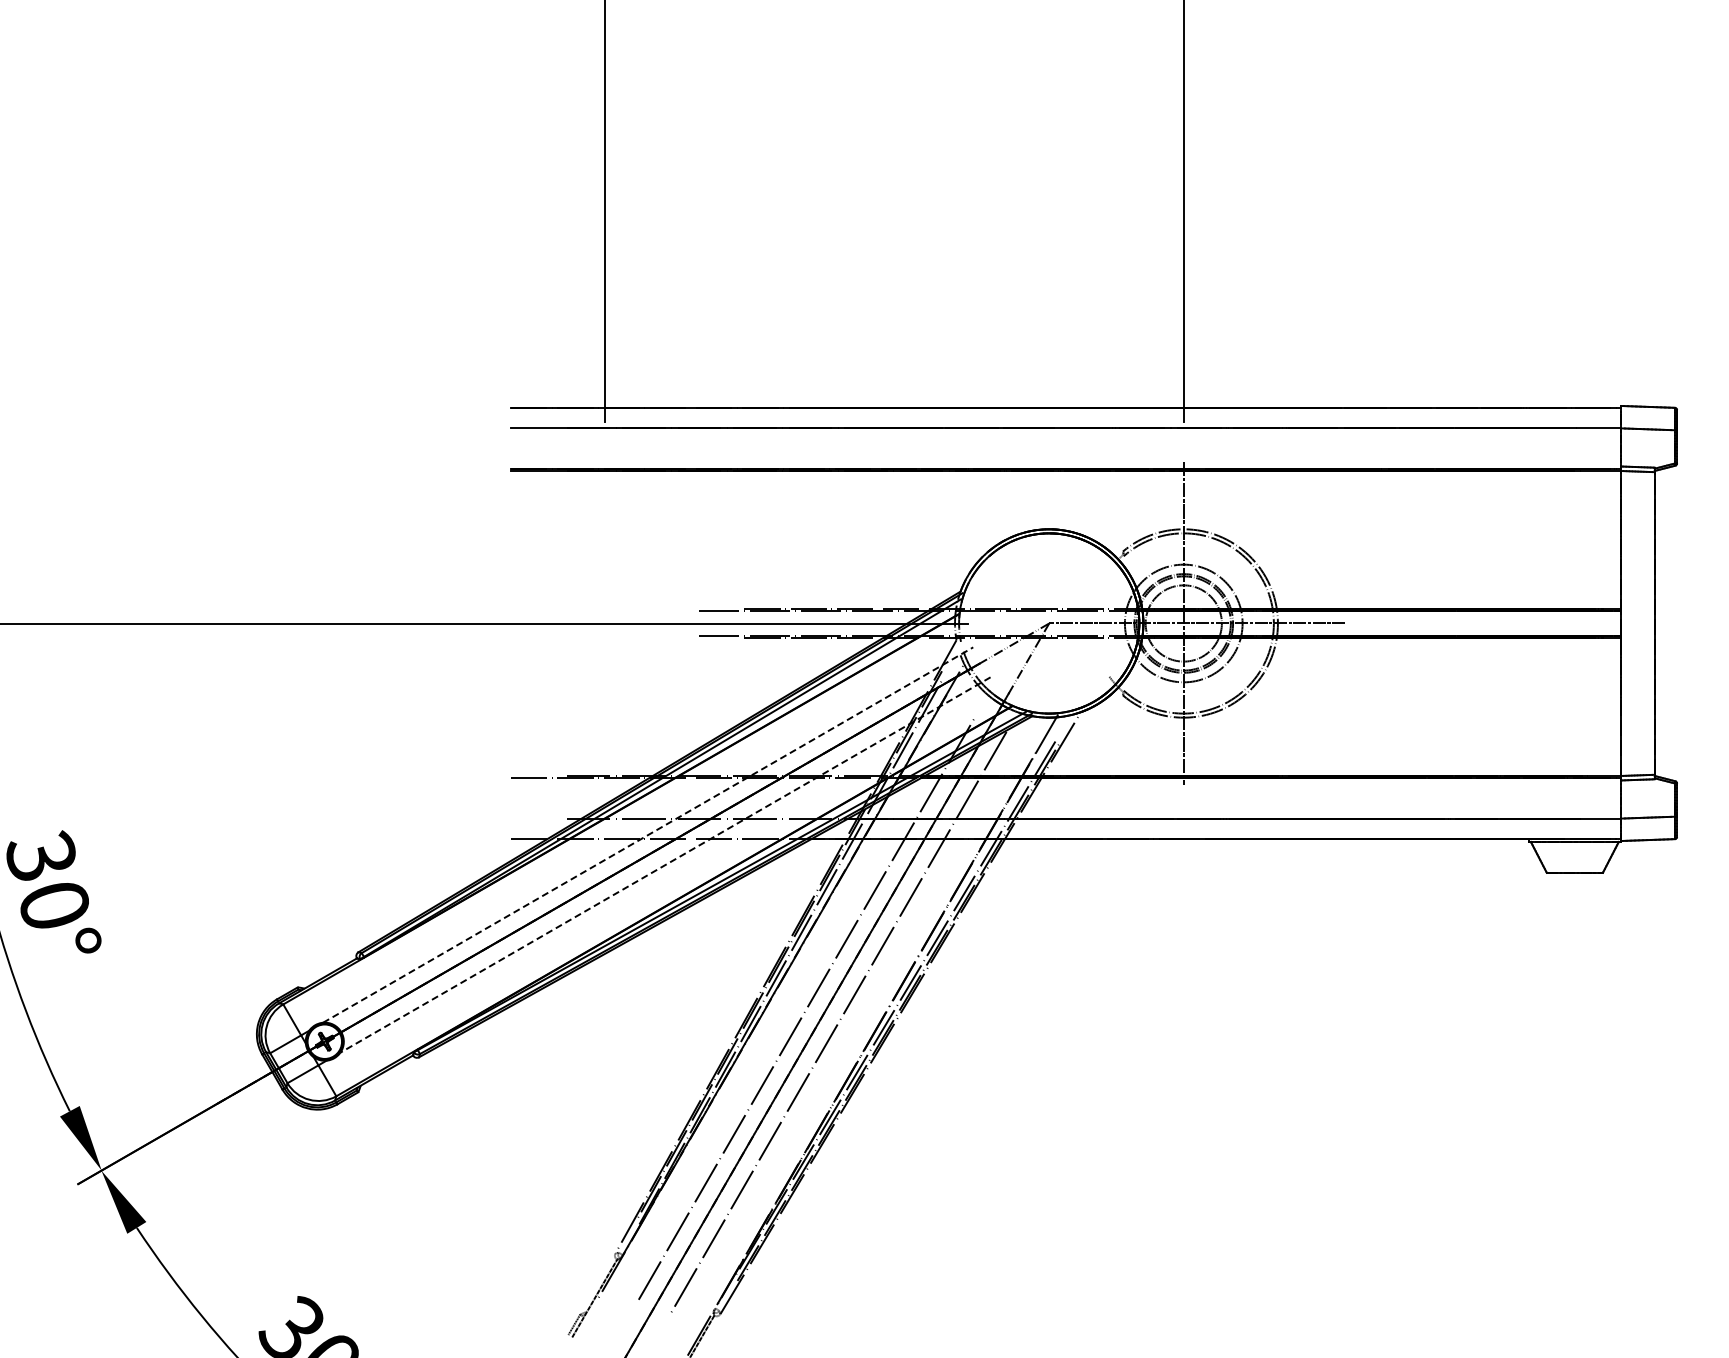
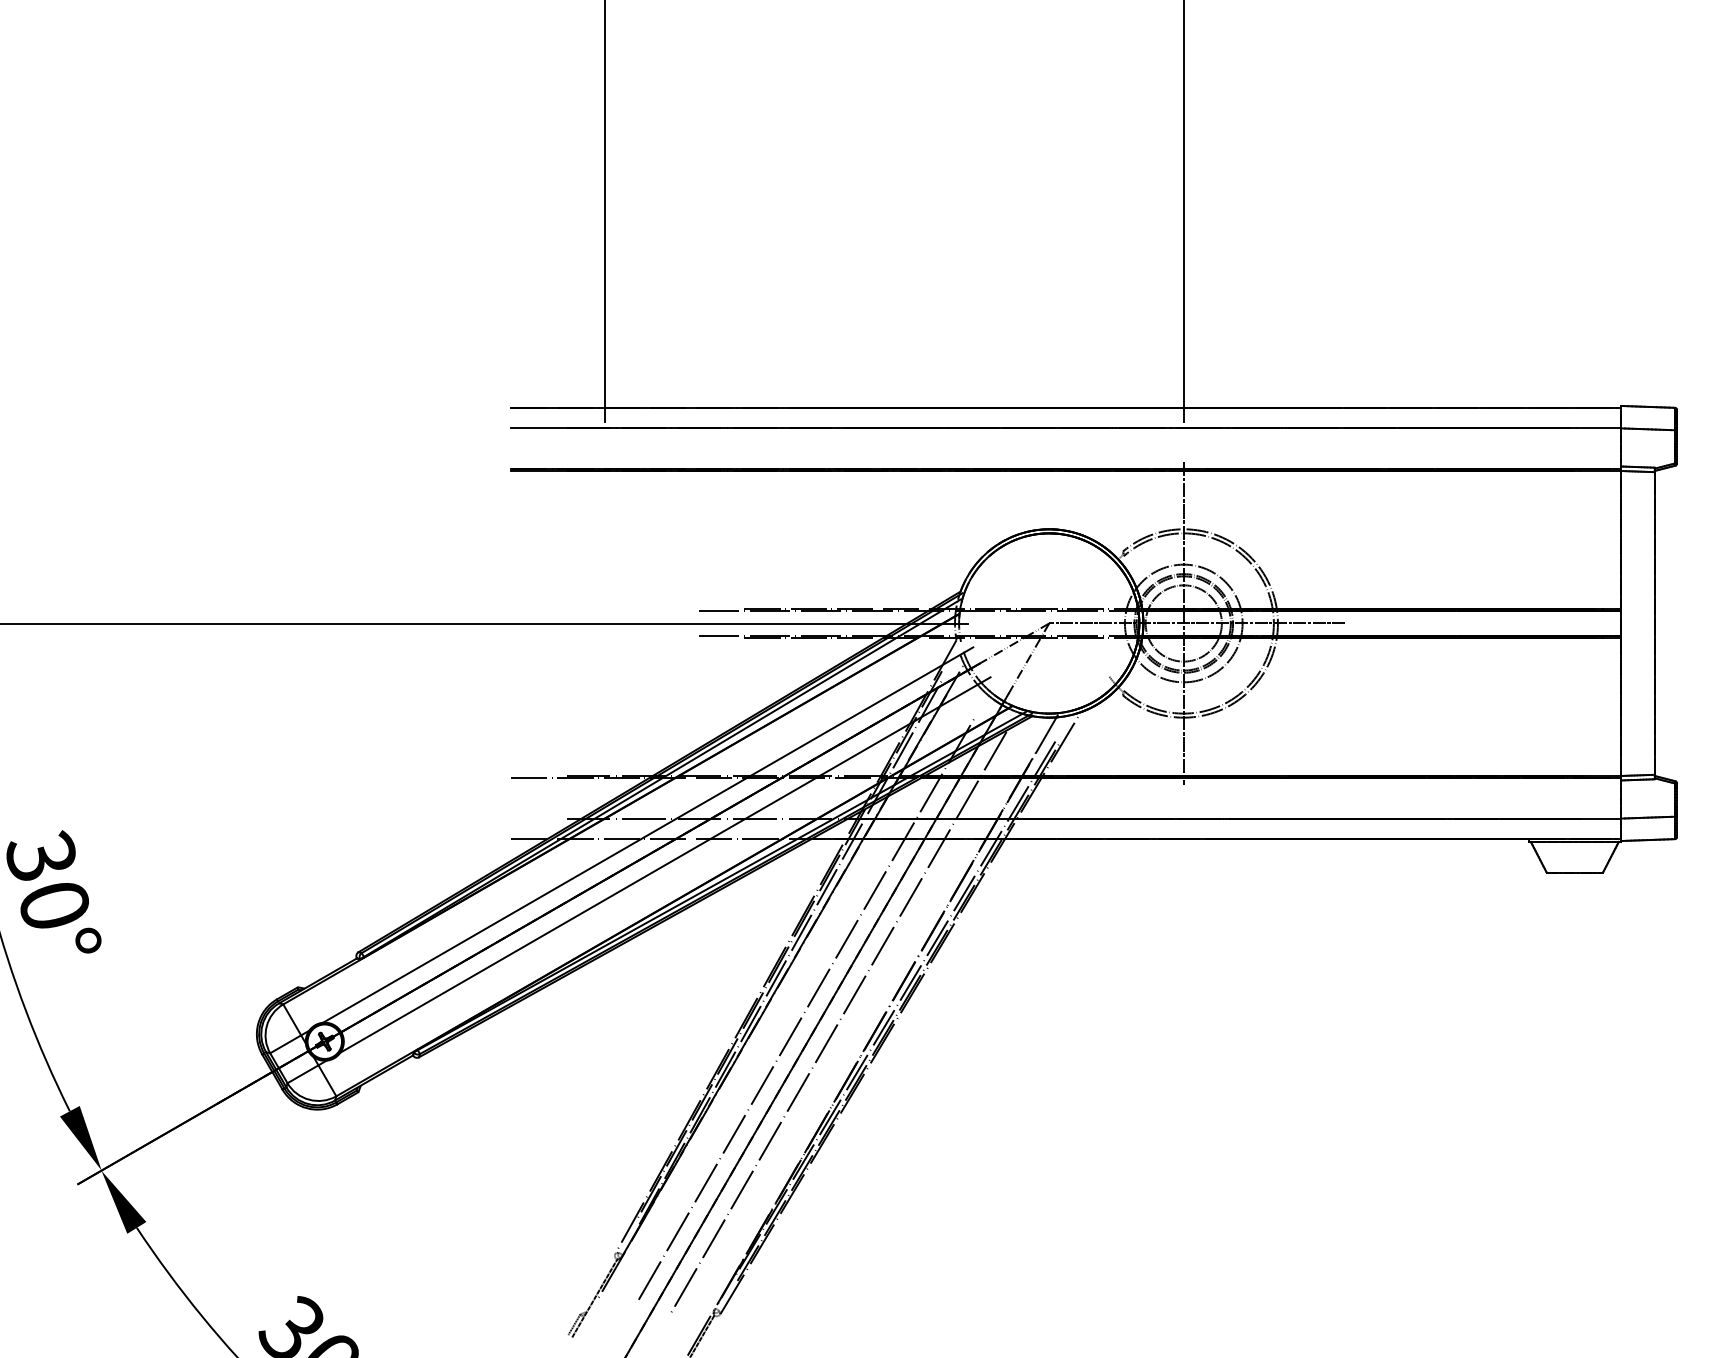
line at (648, 834): dashed -> solid
line at (665, 865): dashed -> solid
